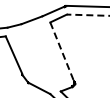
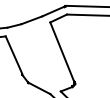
line at (87, 15): dashed -> solid
line at (62, 51): dashed -> solid
